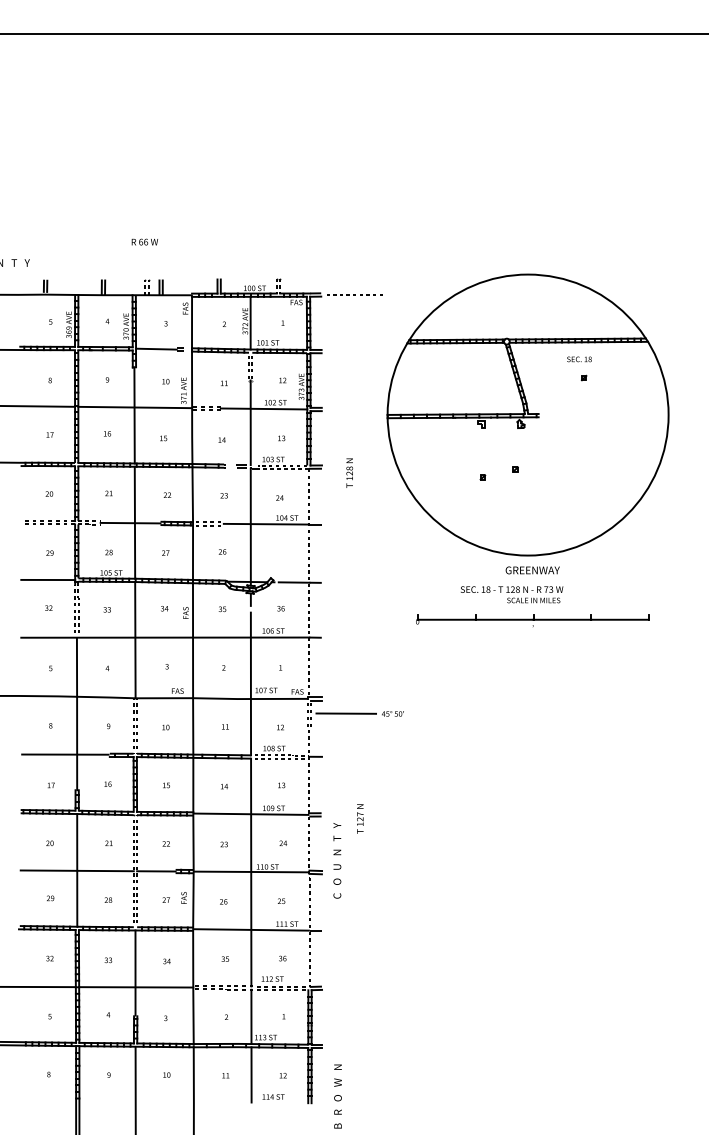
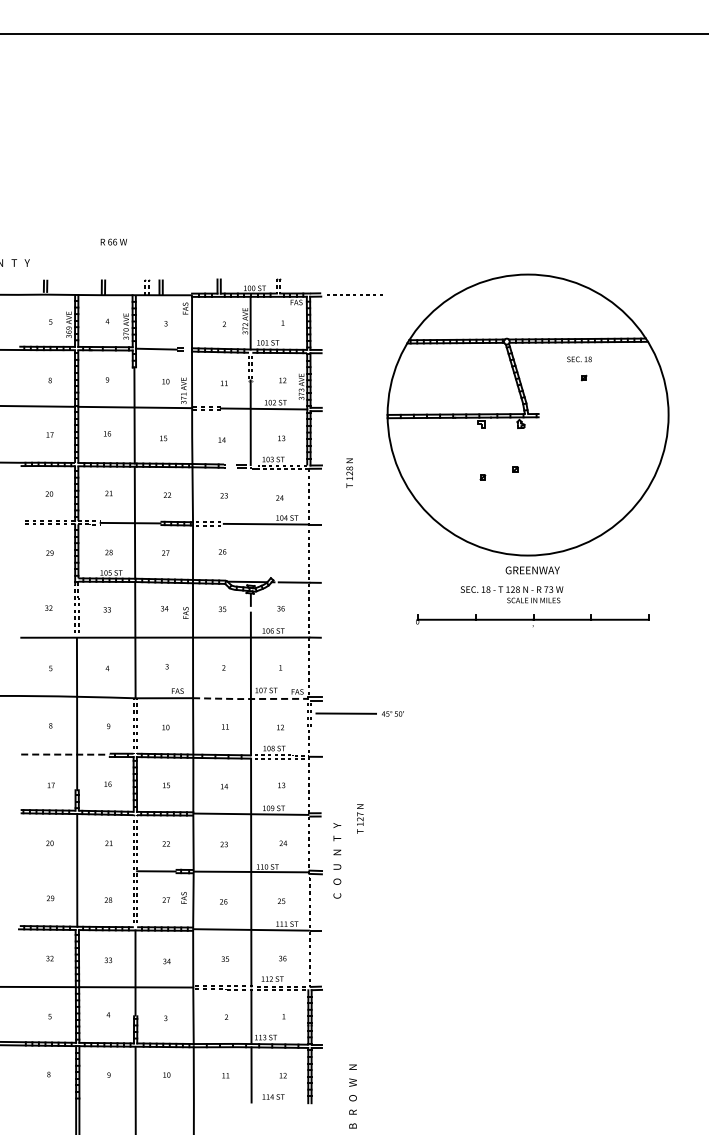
text at (144, 241) position: (144, 241) -> (113, 241)
line at (250, 526): present -> none
line at (48, 579): present -> none
line at (250, 699): solid -> dashed
line at (65, 754): solid -> dashed
line at (76, 870): present -> none
text at (337, 1096) position: (337, 1096) -> (352, 1096)
